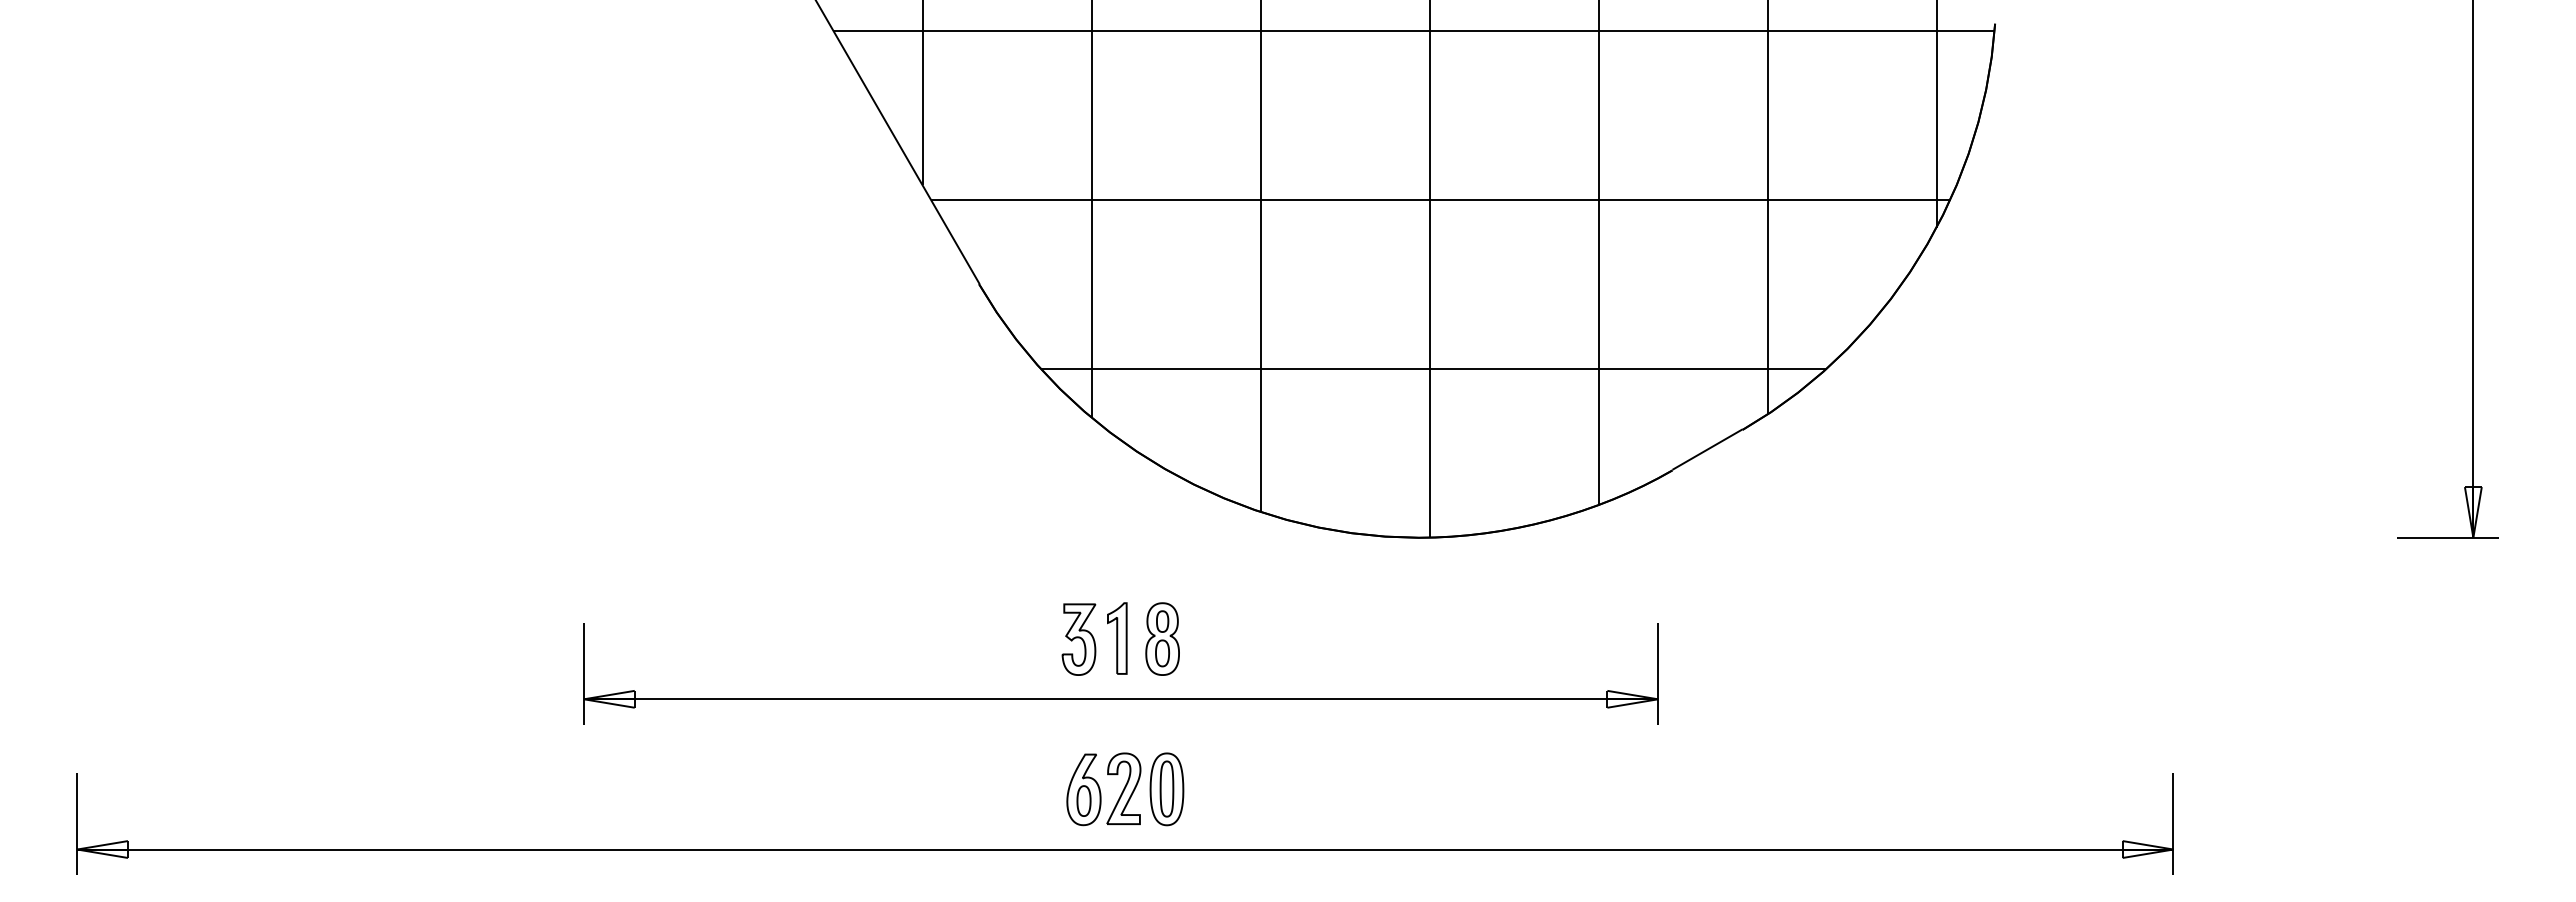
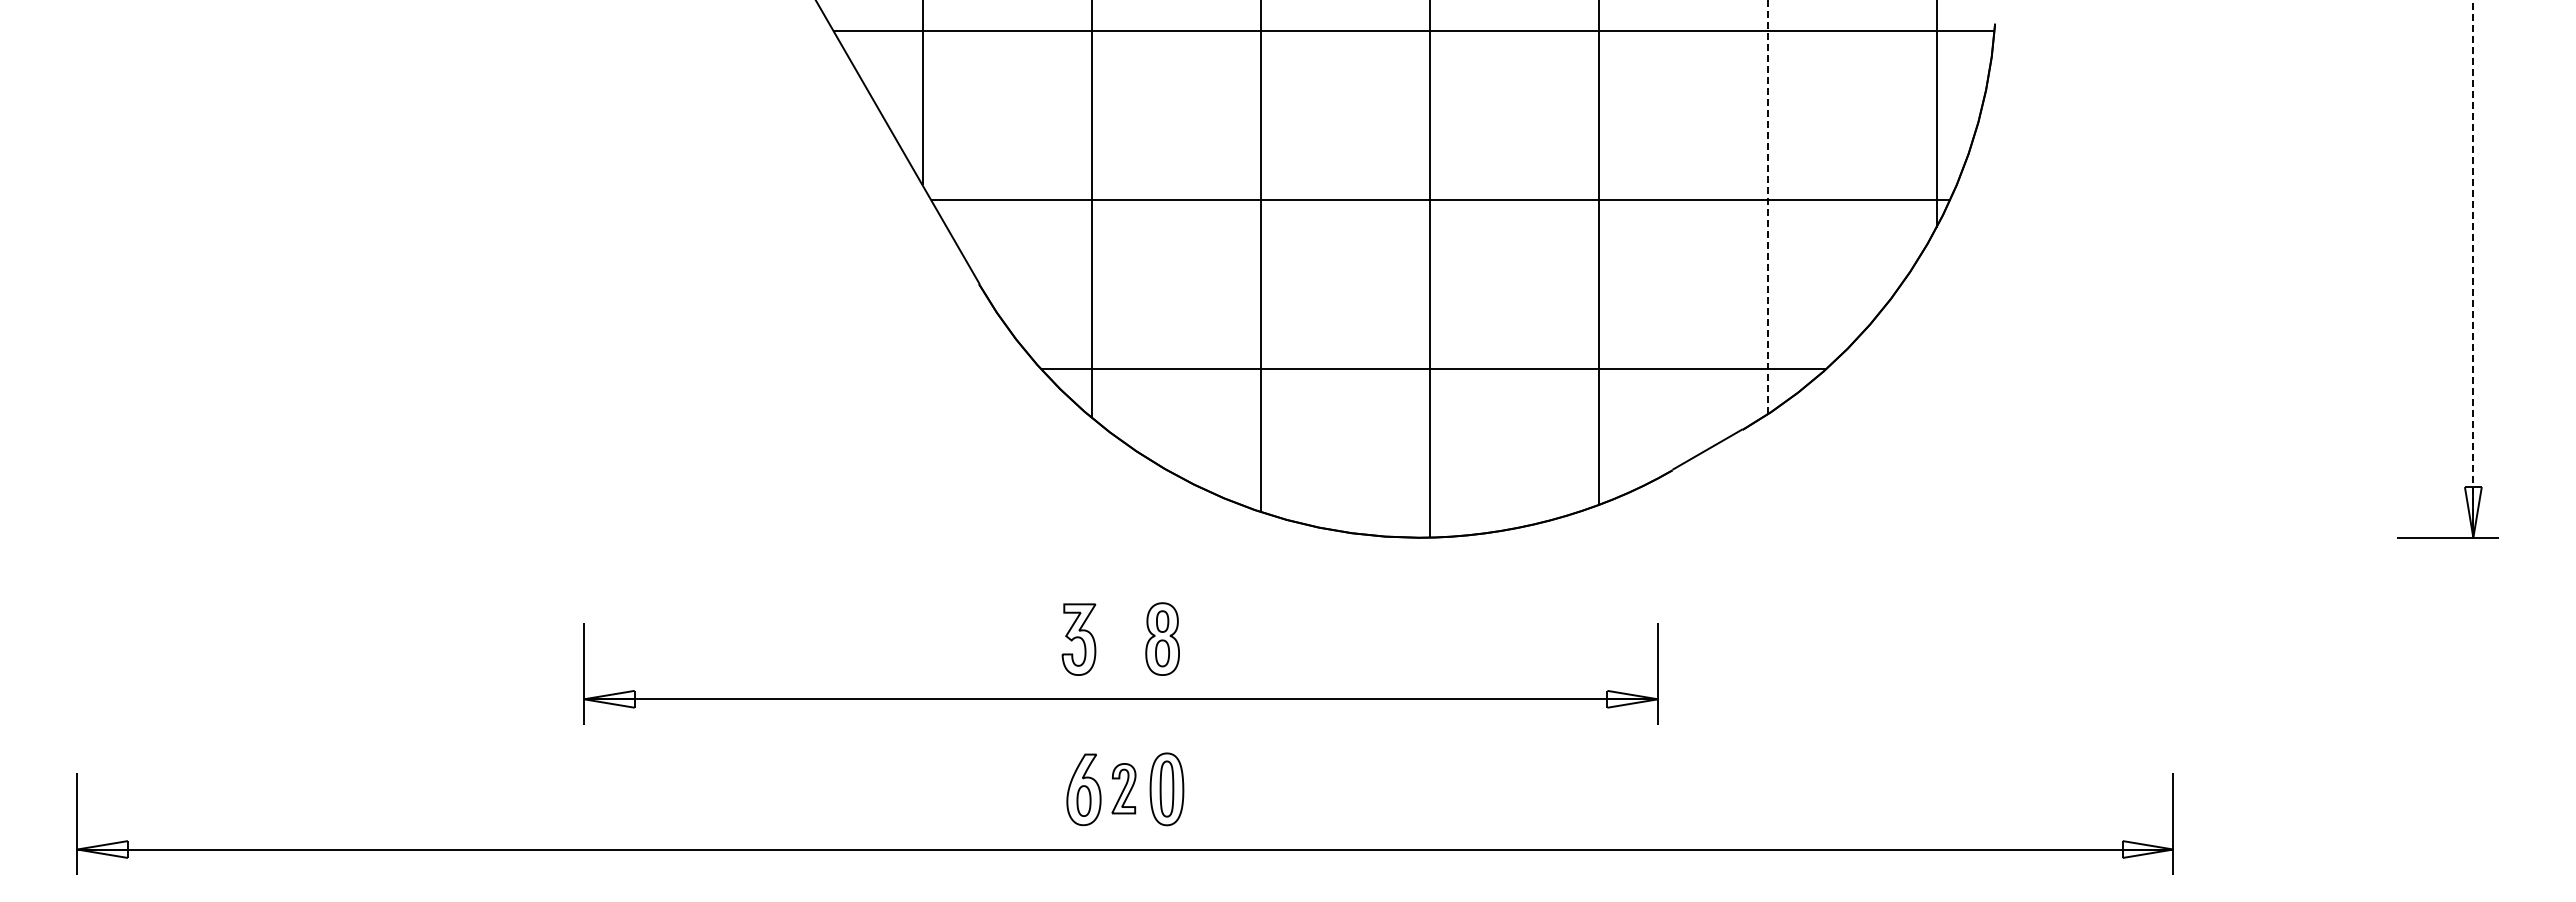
line at (1767, 206): solid -> dashed
line at (2473, 268): solid -> dashed
part at (1117, 638): present -> none
part at (1123, 788) size: 36x73 px -> 26x52 px
